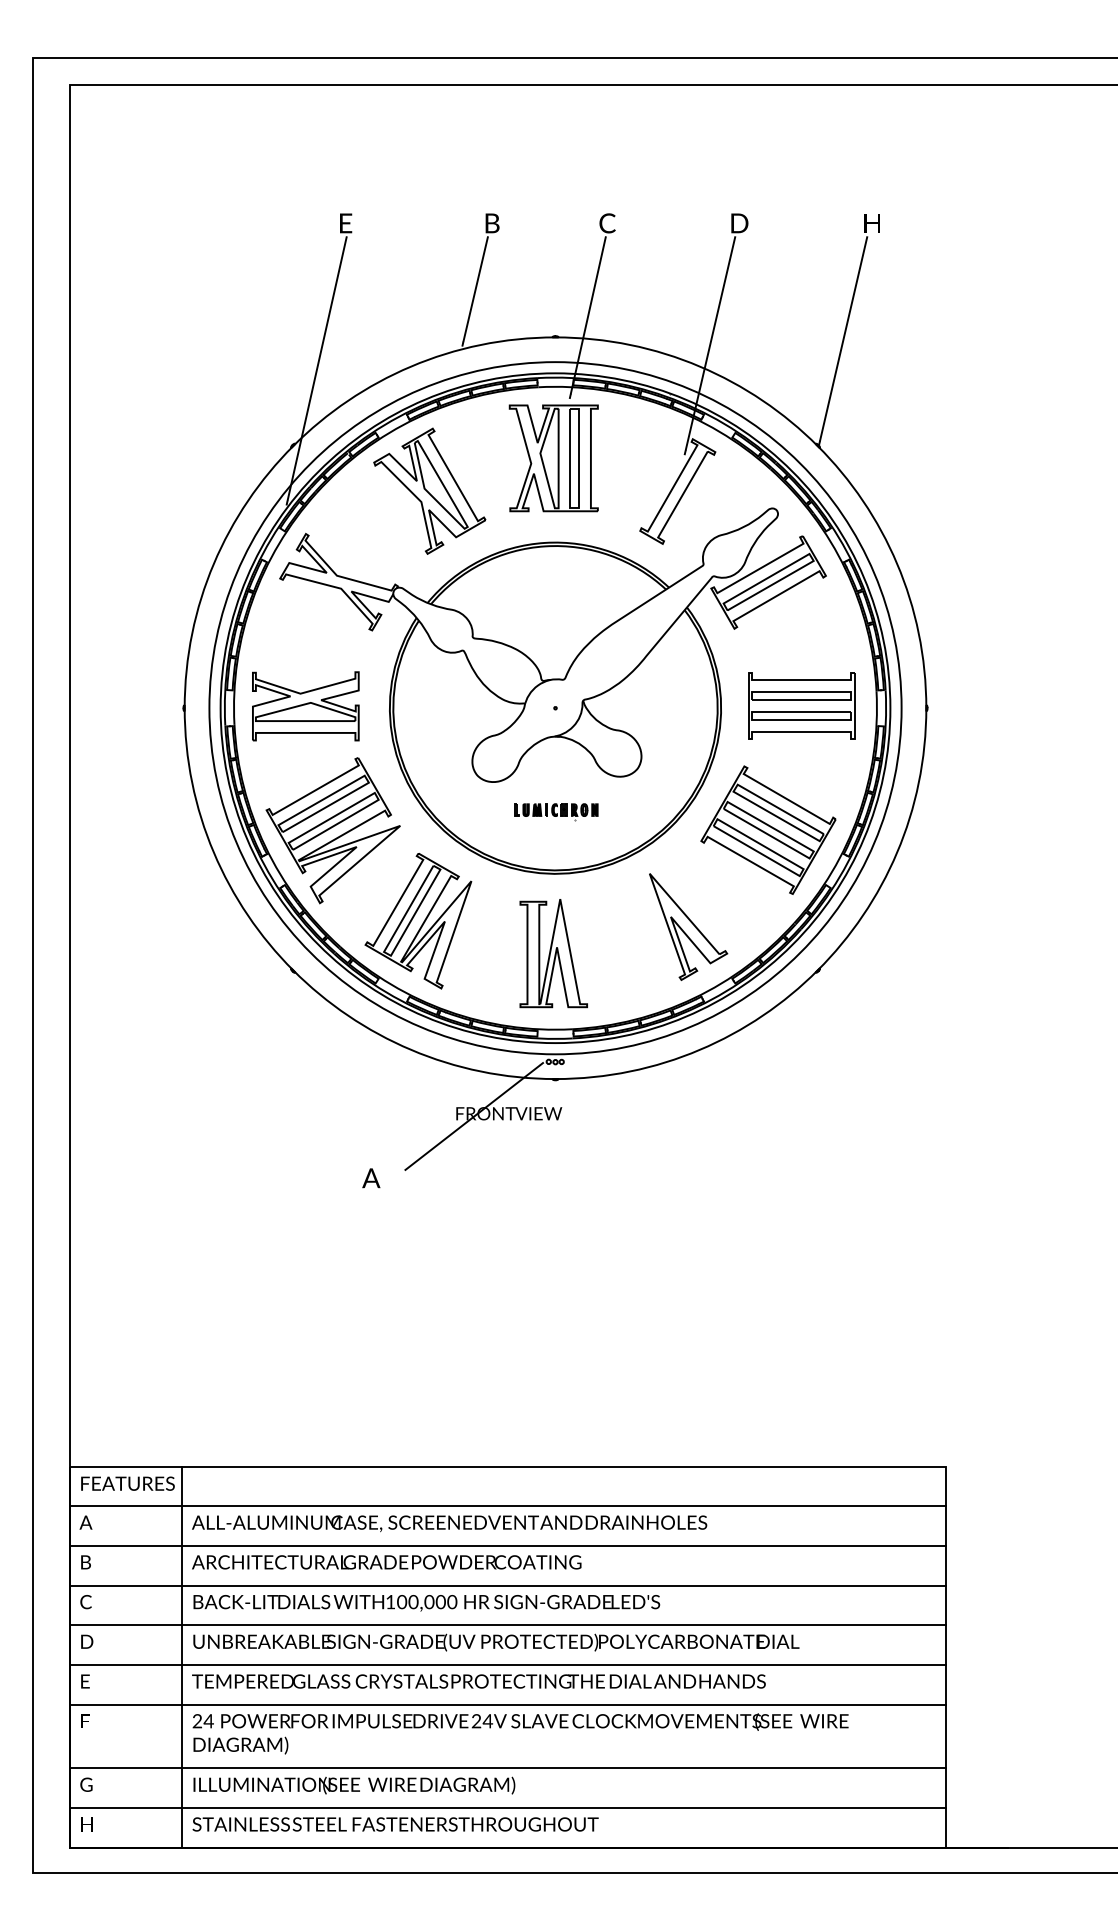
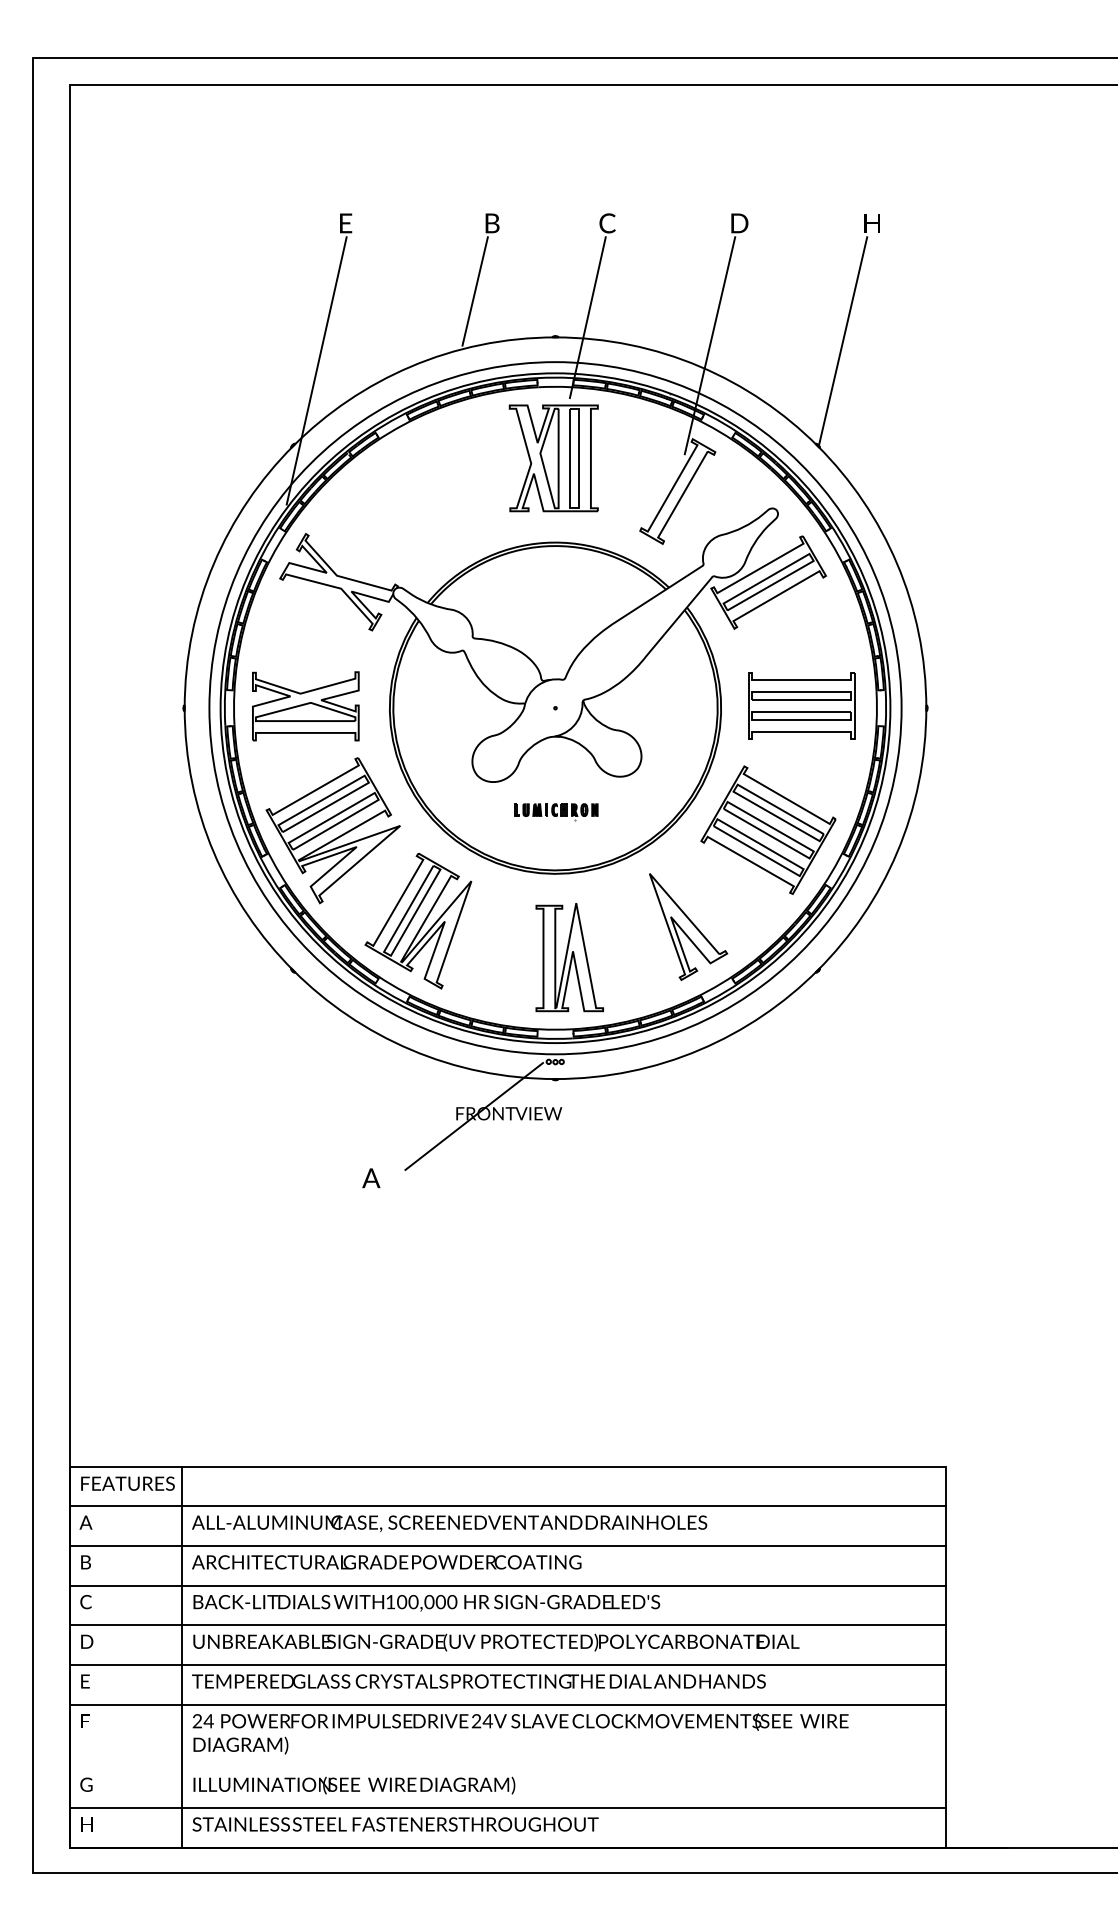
part at (429, 490): present -> none
part at (553, 953) position: (553, 953) -> (569, 957)
line at (507, 1768): present -> none
